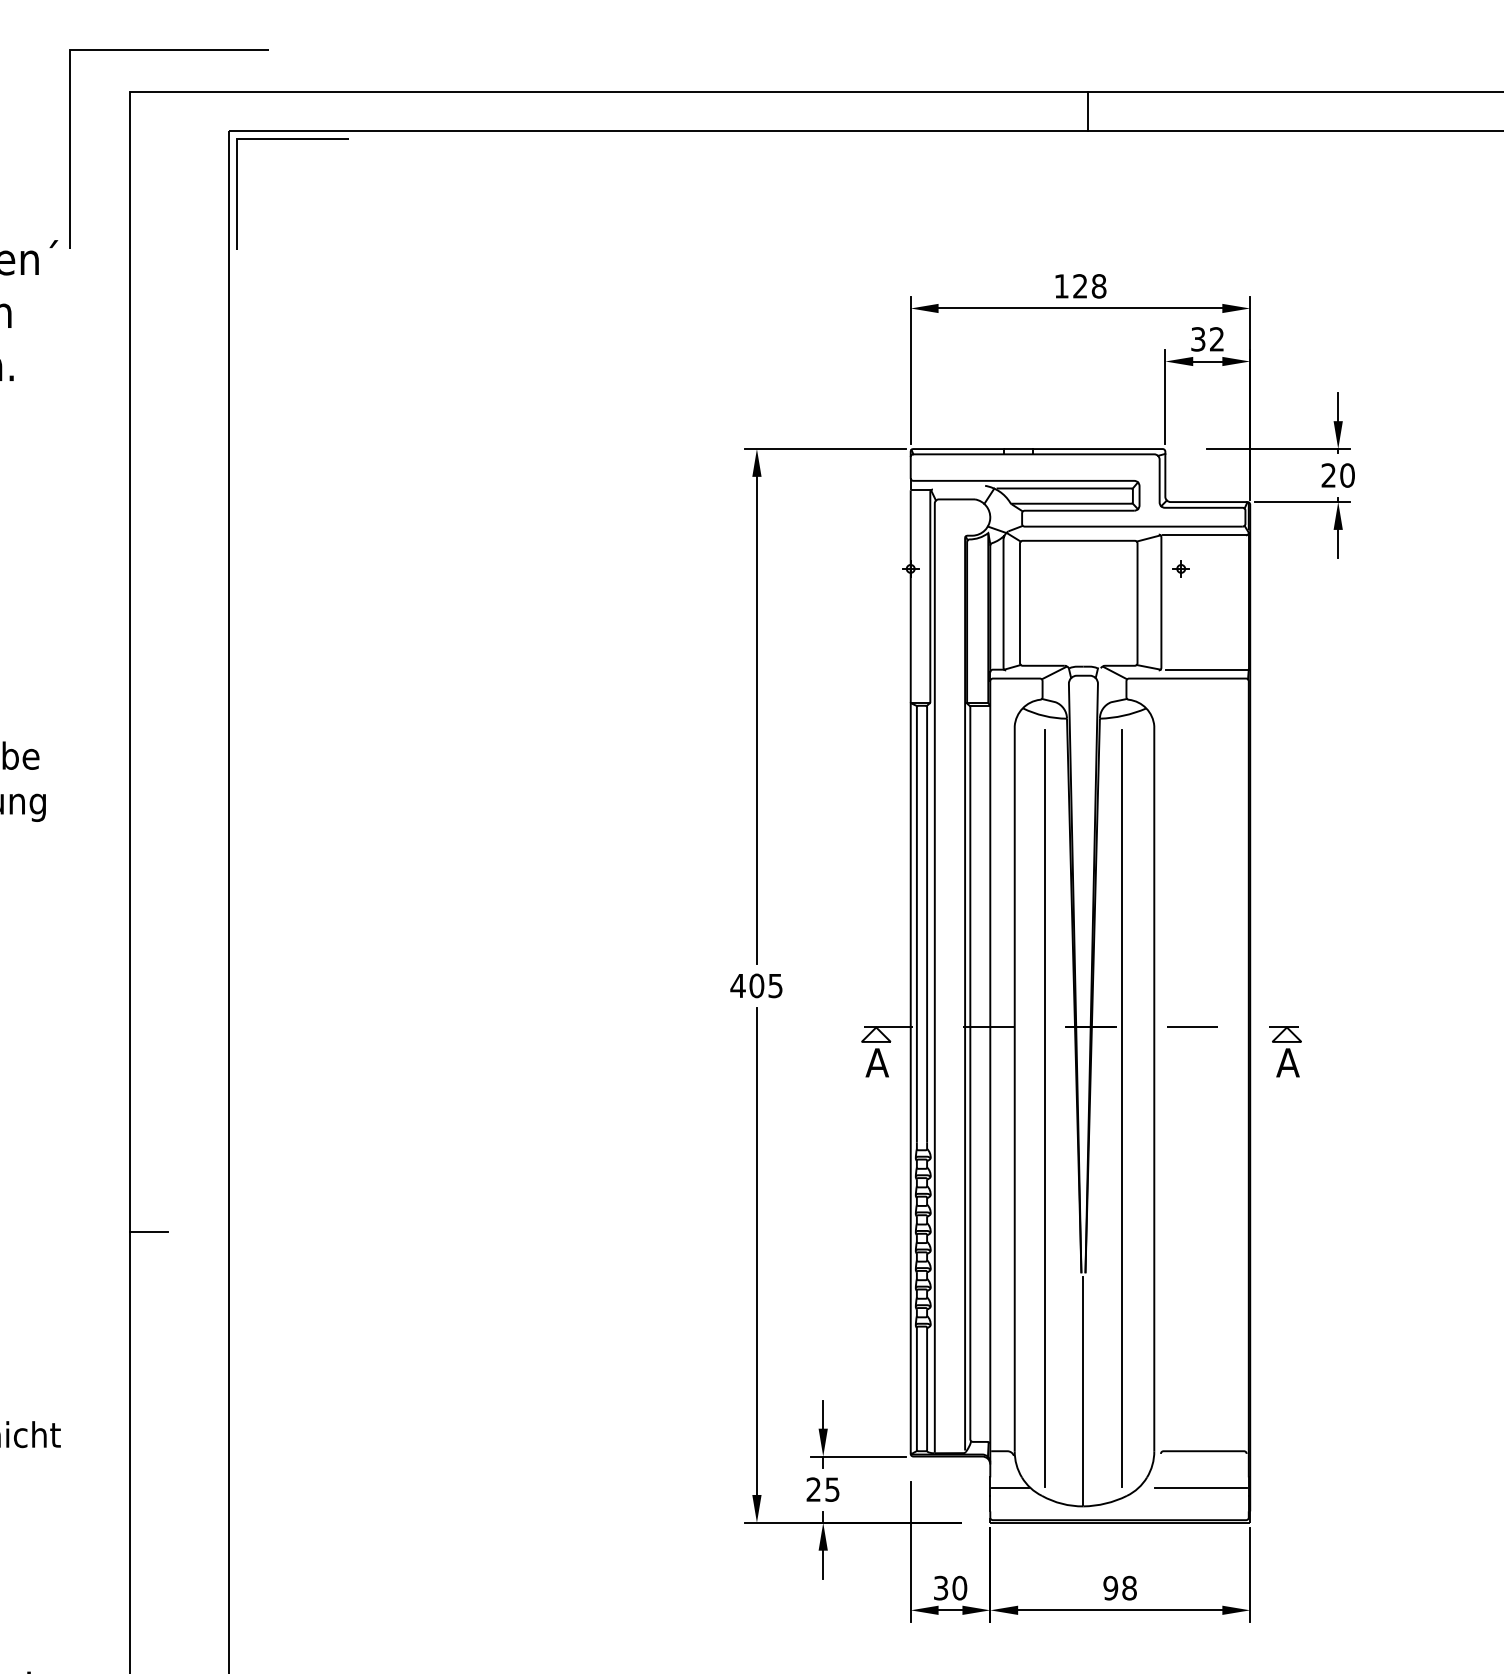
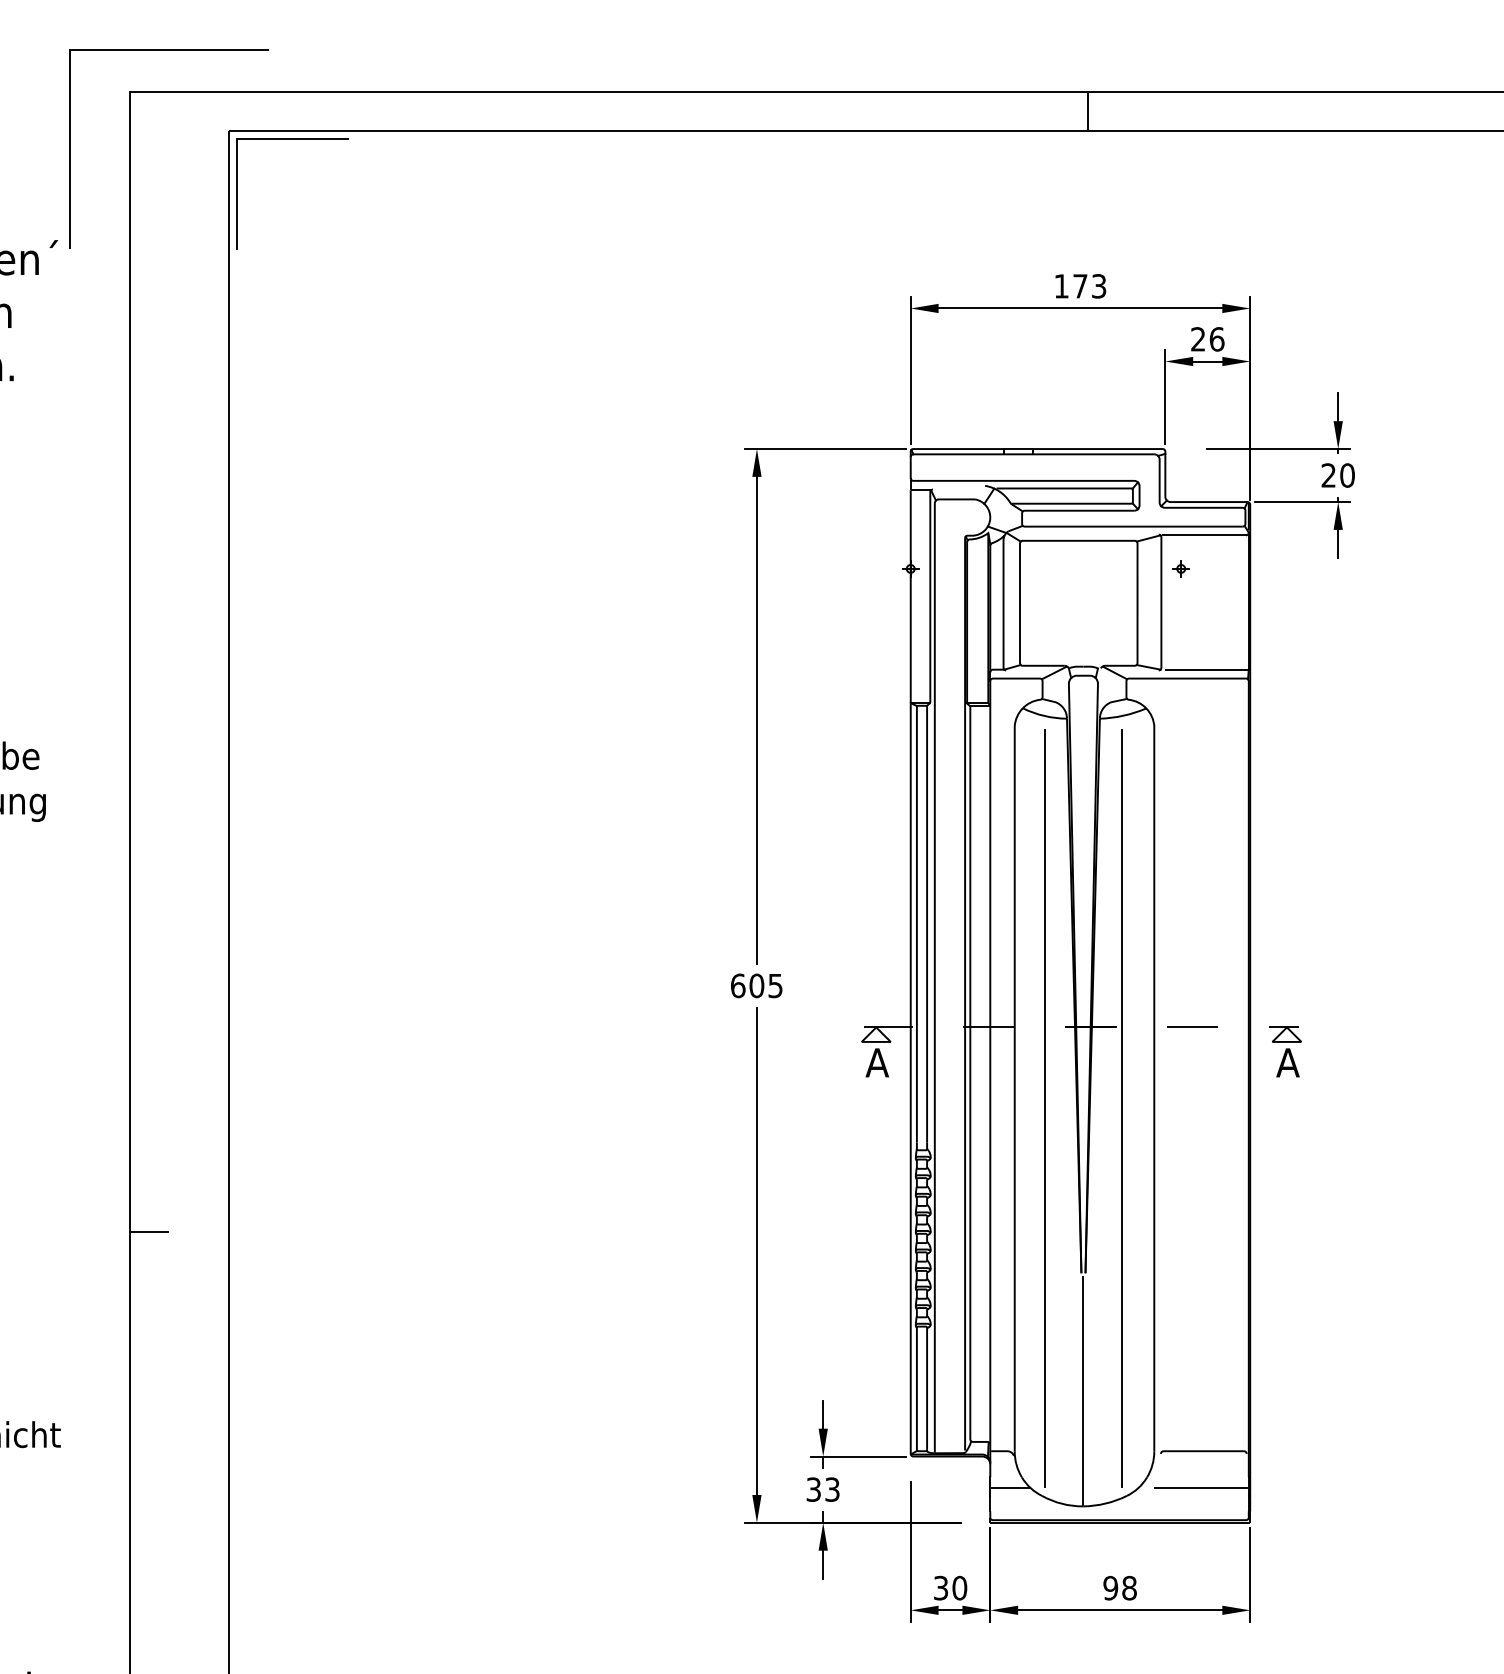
text at (1089, 286): 128 -> 173
text at (1207, 339): 32 -> 26
text at (737, 985): 405 -> 605
text at (822, 1489): 25 -> 33
